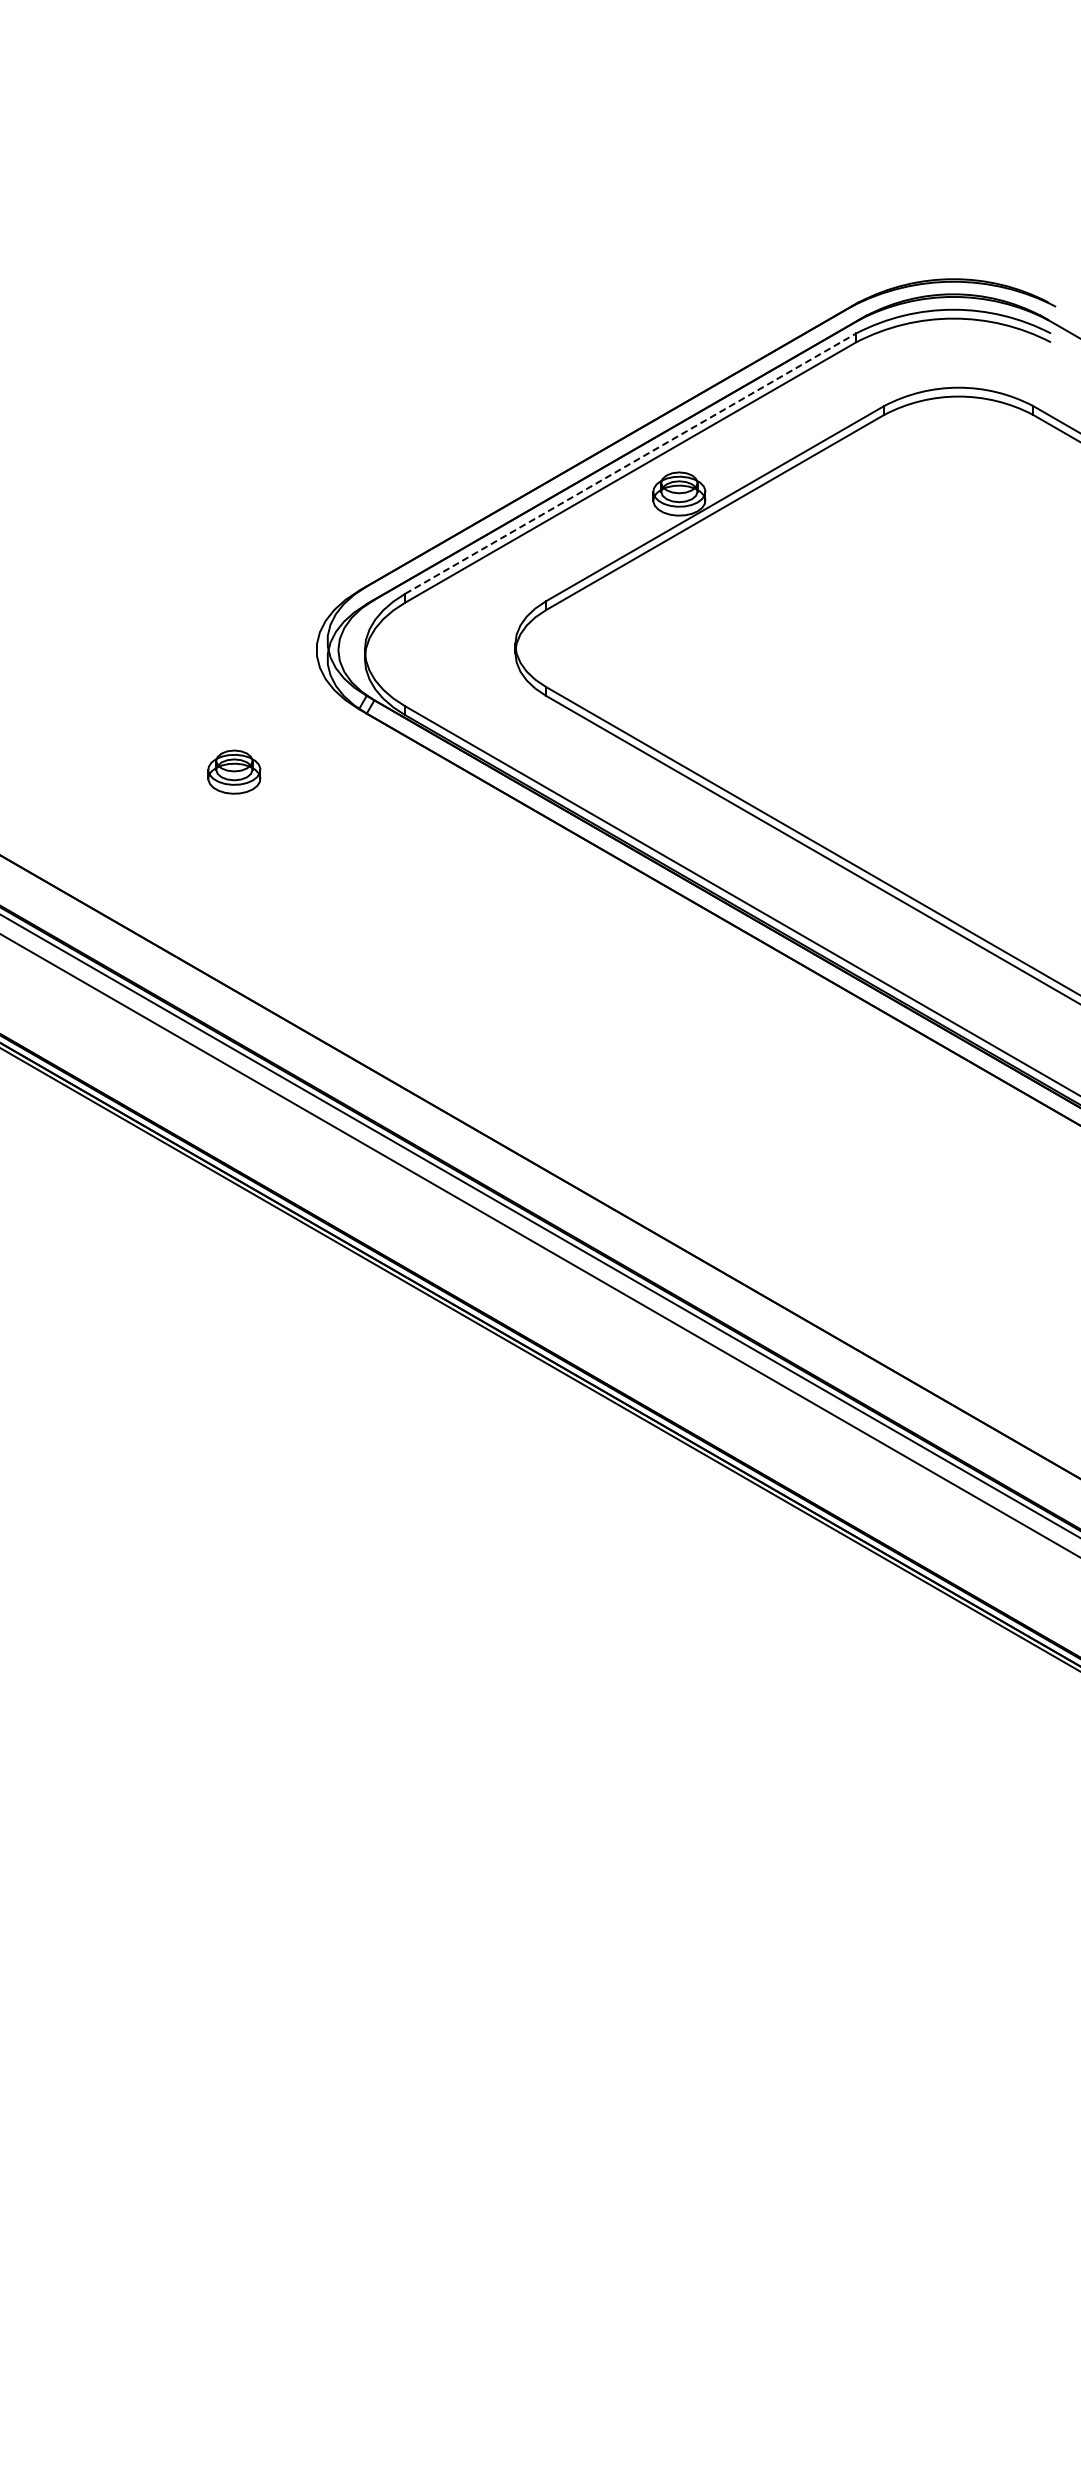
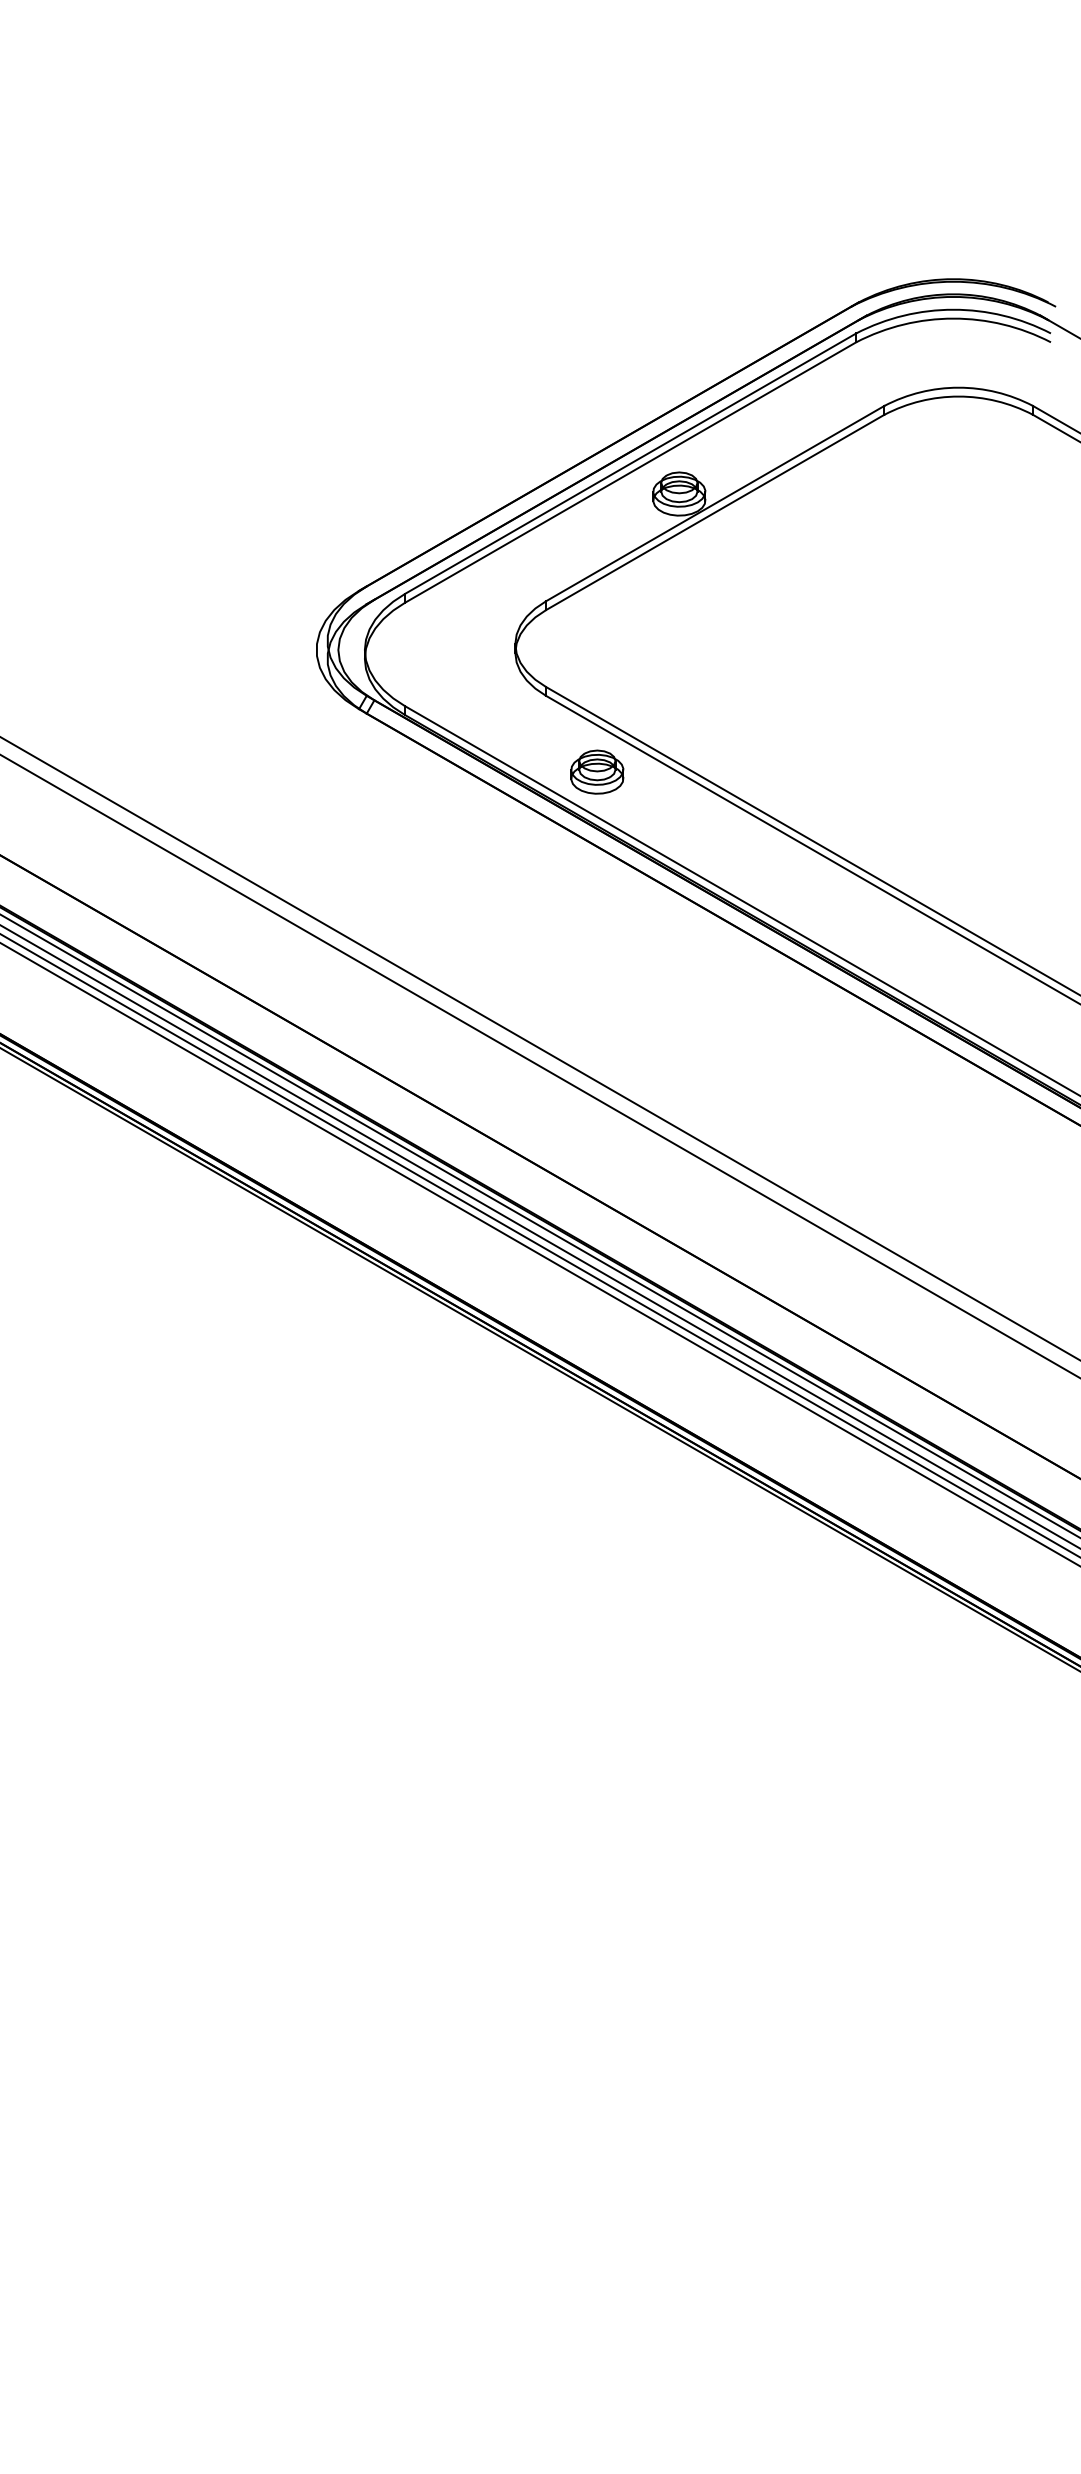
line at (631, 463): dashed -> solid
part at (234, 771) position: (234, 771) -> (597, 771)
line at (539, 1048): none -> present
line at (539, 1066): none -> present
line at (539, 1236): none -> present
line at (539, 1254): none -> present
